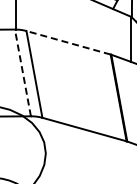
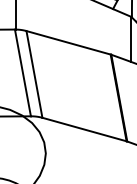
line at (68, 42): dashed -> solid
line at (22, 72): dashed -> solid
